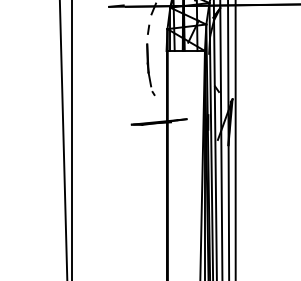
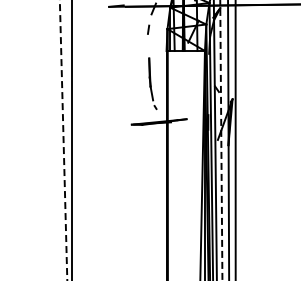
part at (150, 69) position: (150, 69) -> (152, 83)
line at (63, 140): solid -> dashed
line at (221, 140): solid -> dashed
